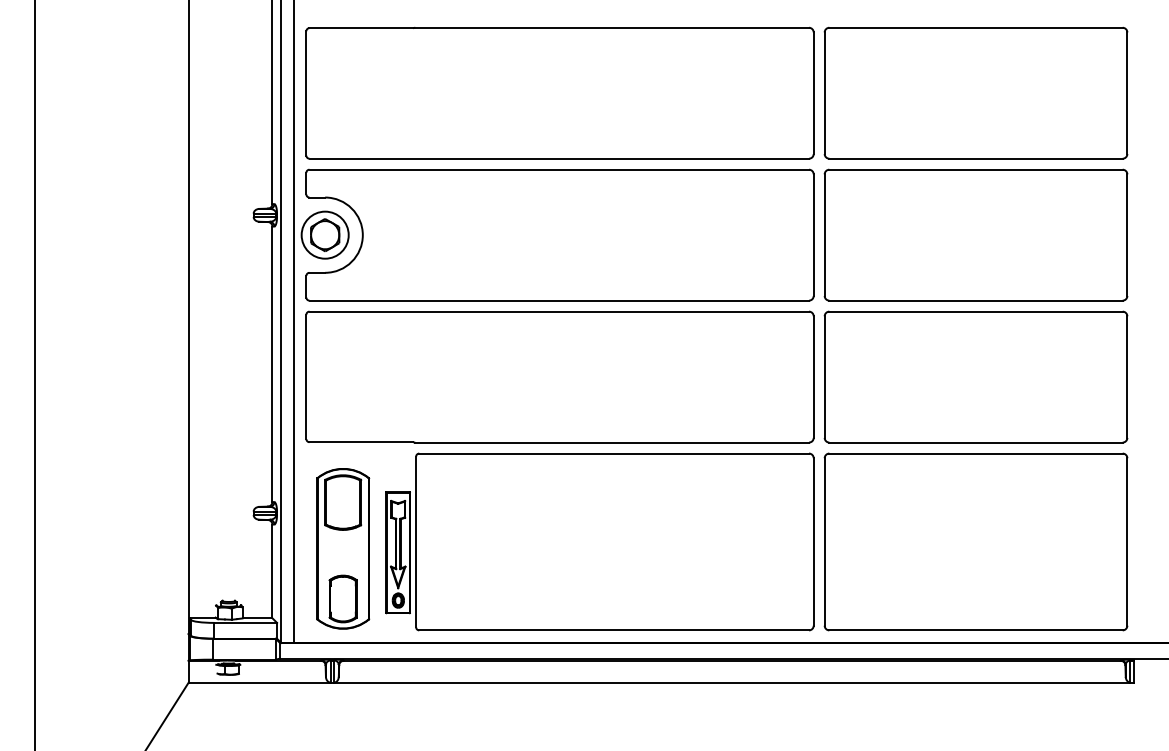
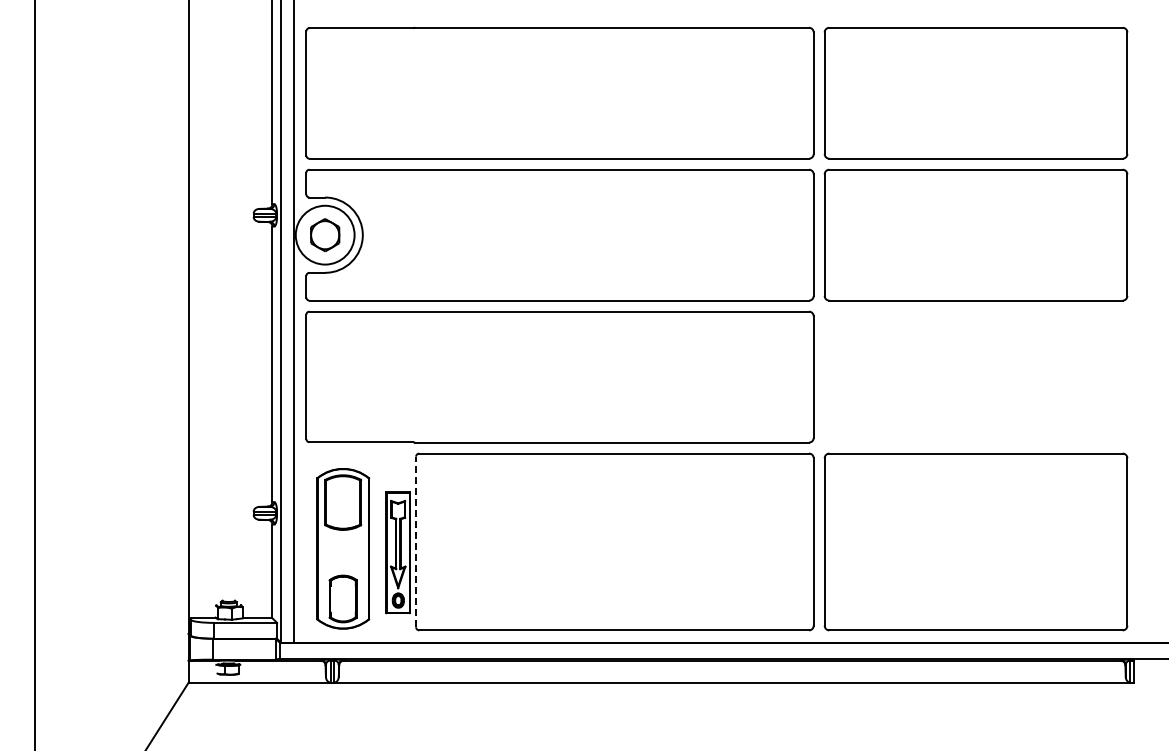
circle at (324, 234) diameter: 47 px -> 59 px
part at (975, 376): present -> none
line at (416, 541): solid -> dashed
